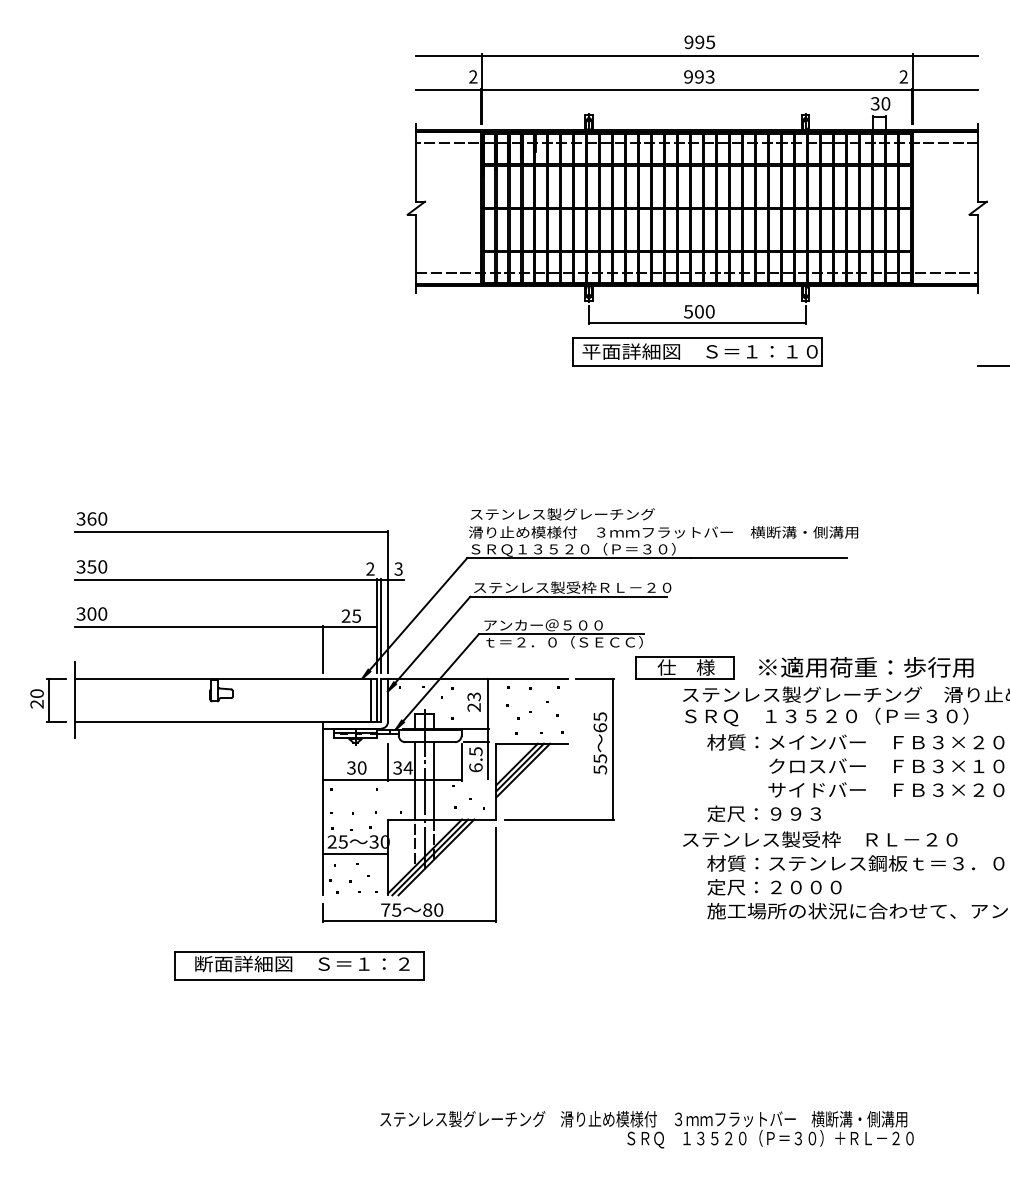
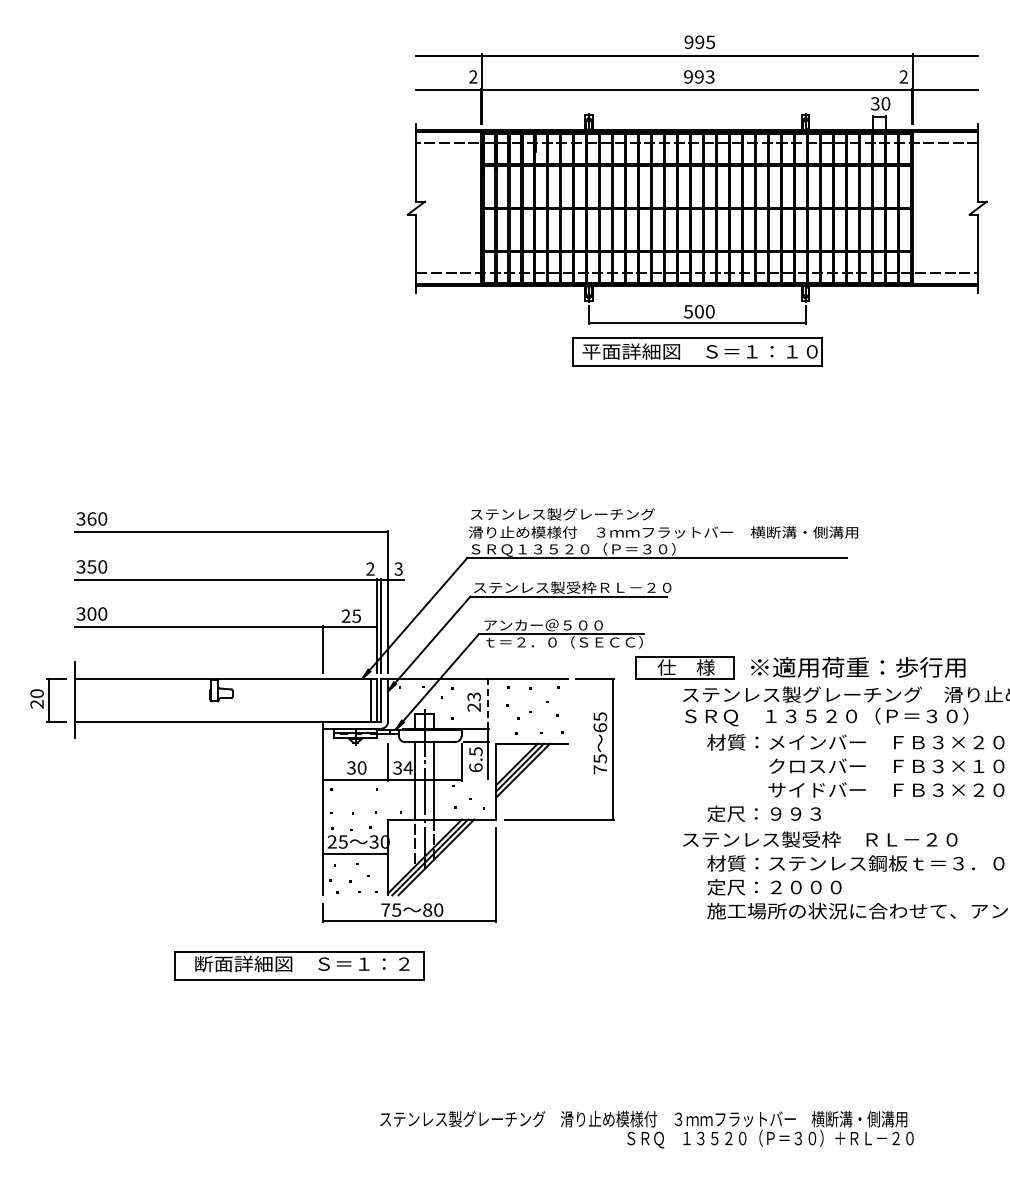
line at (991, 366): present -> none
text at (866, 667) position: (866, 667) -> (858, 667)
line at (487, 703): solid -> dashed
text at (600, 769): 55 -> 75
